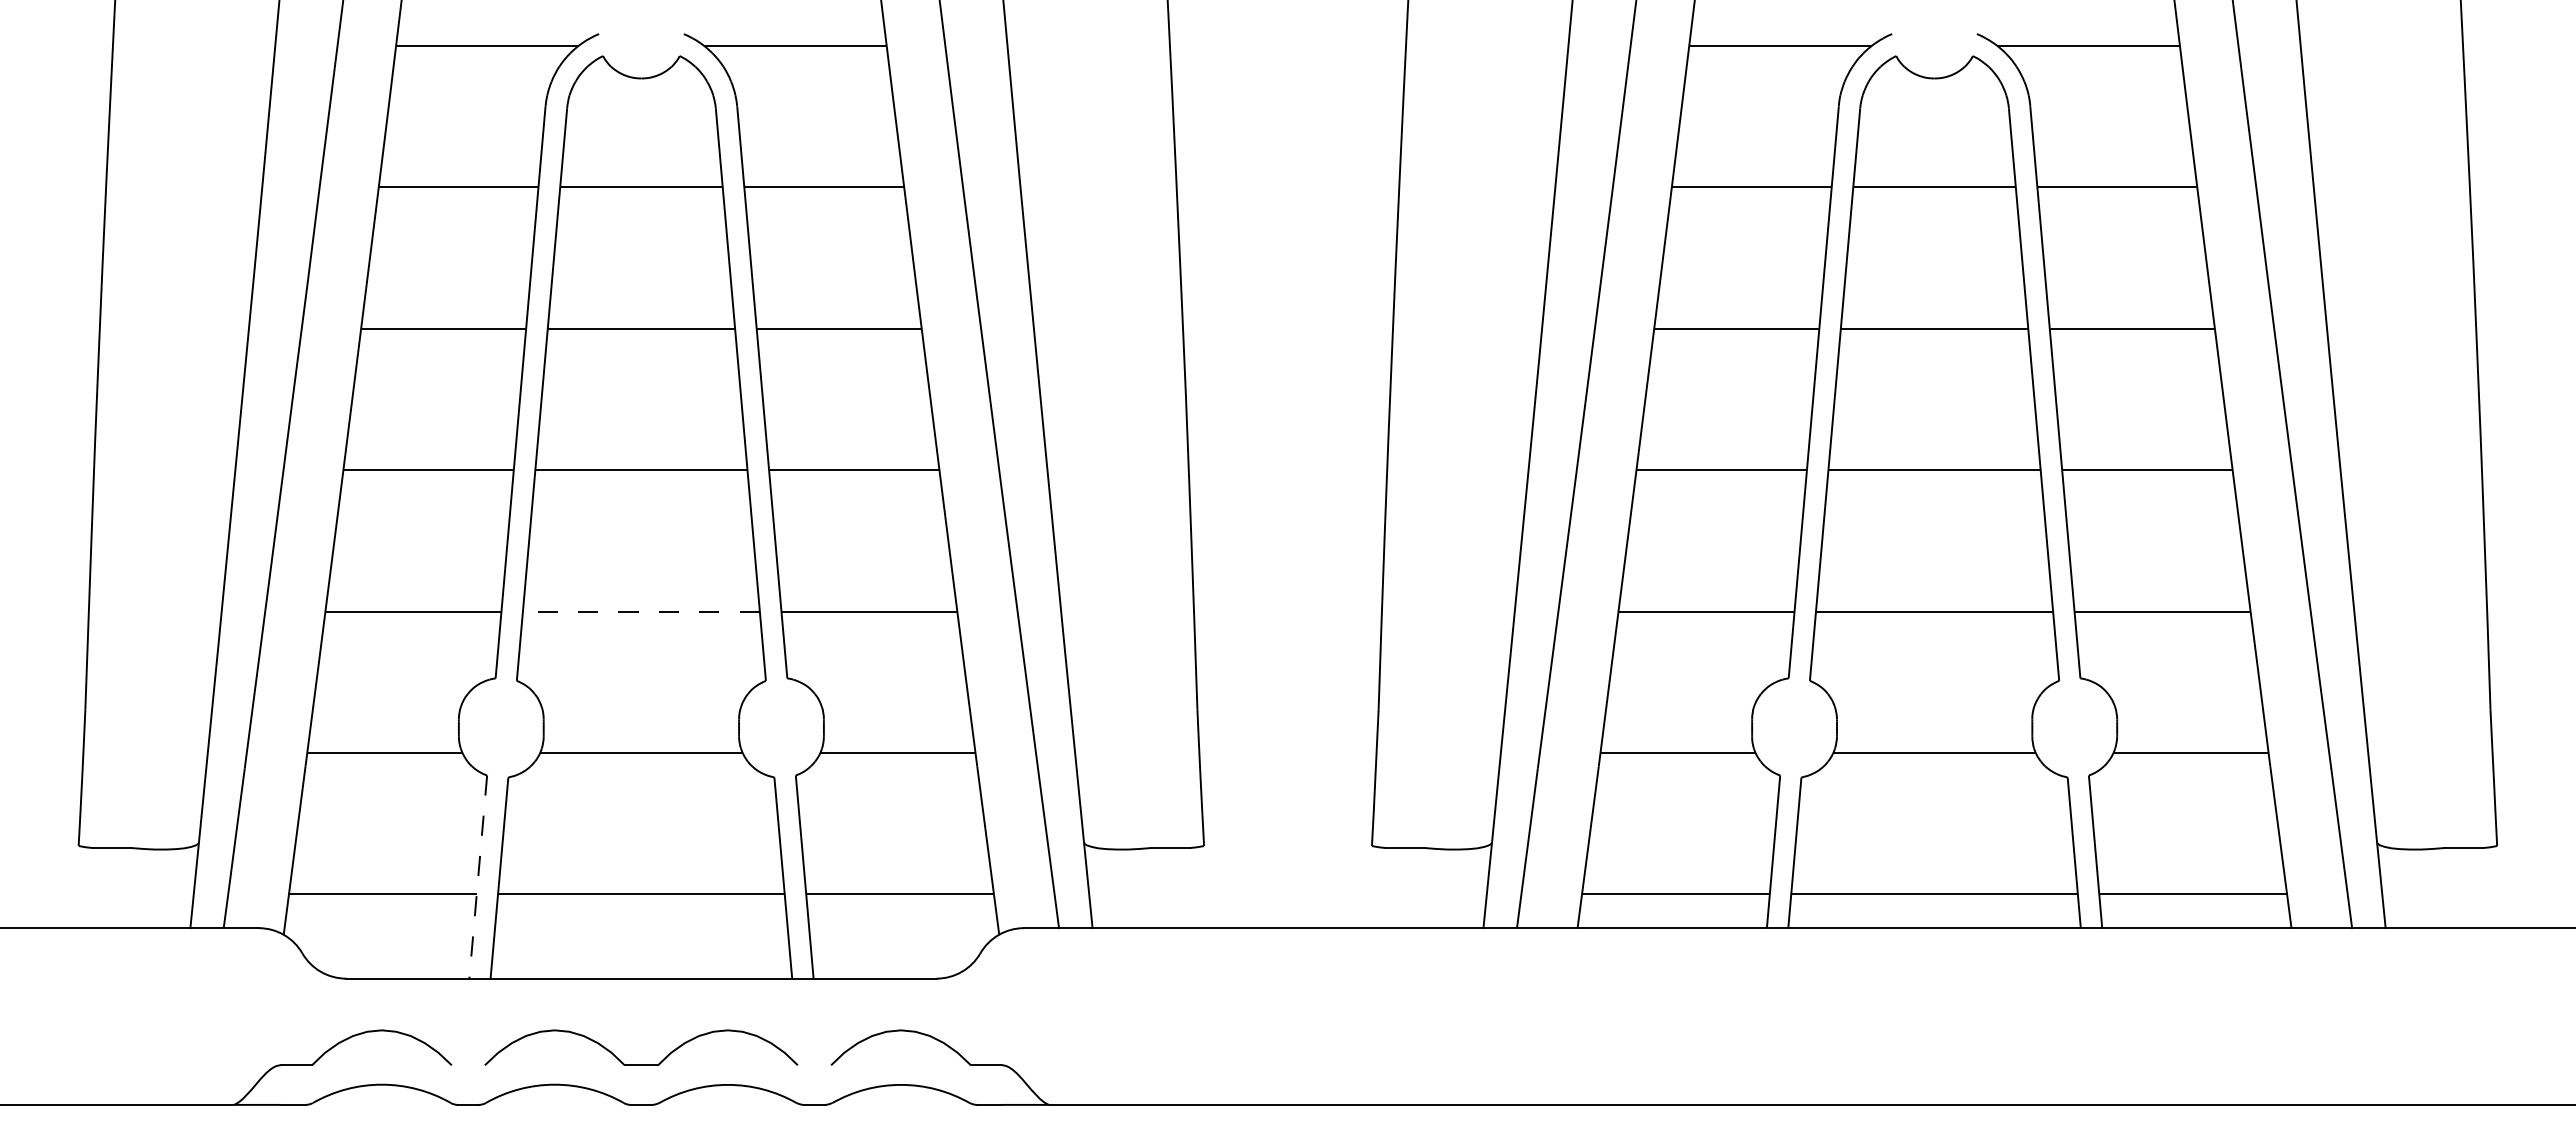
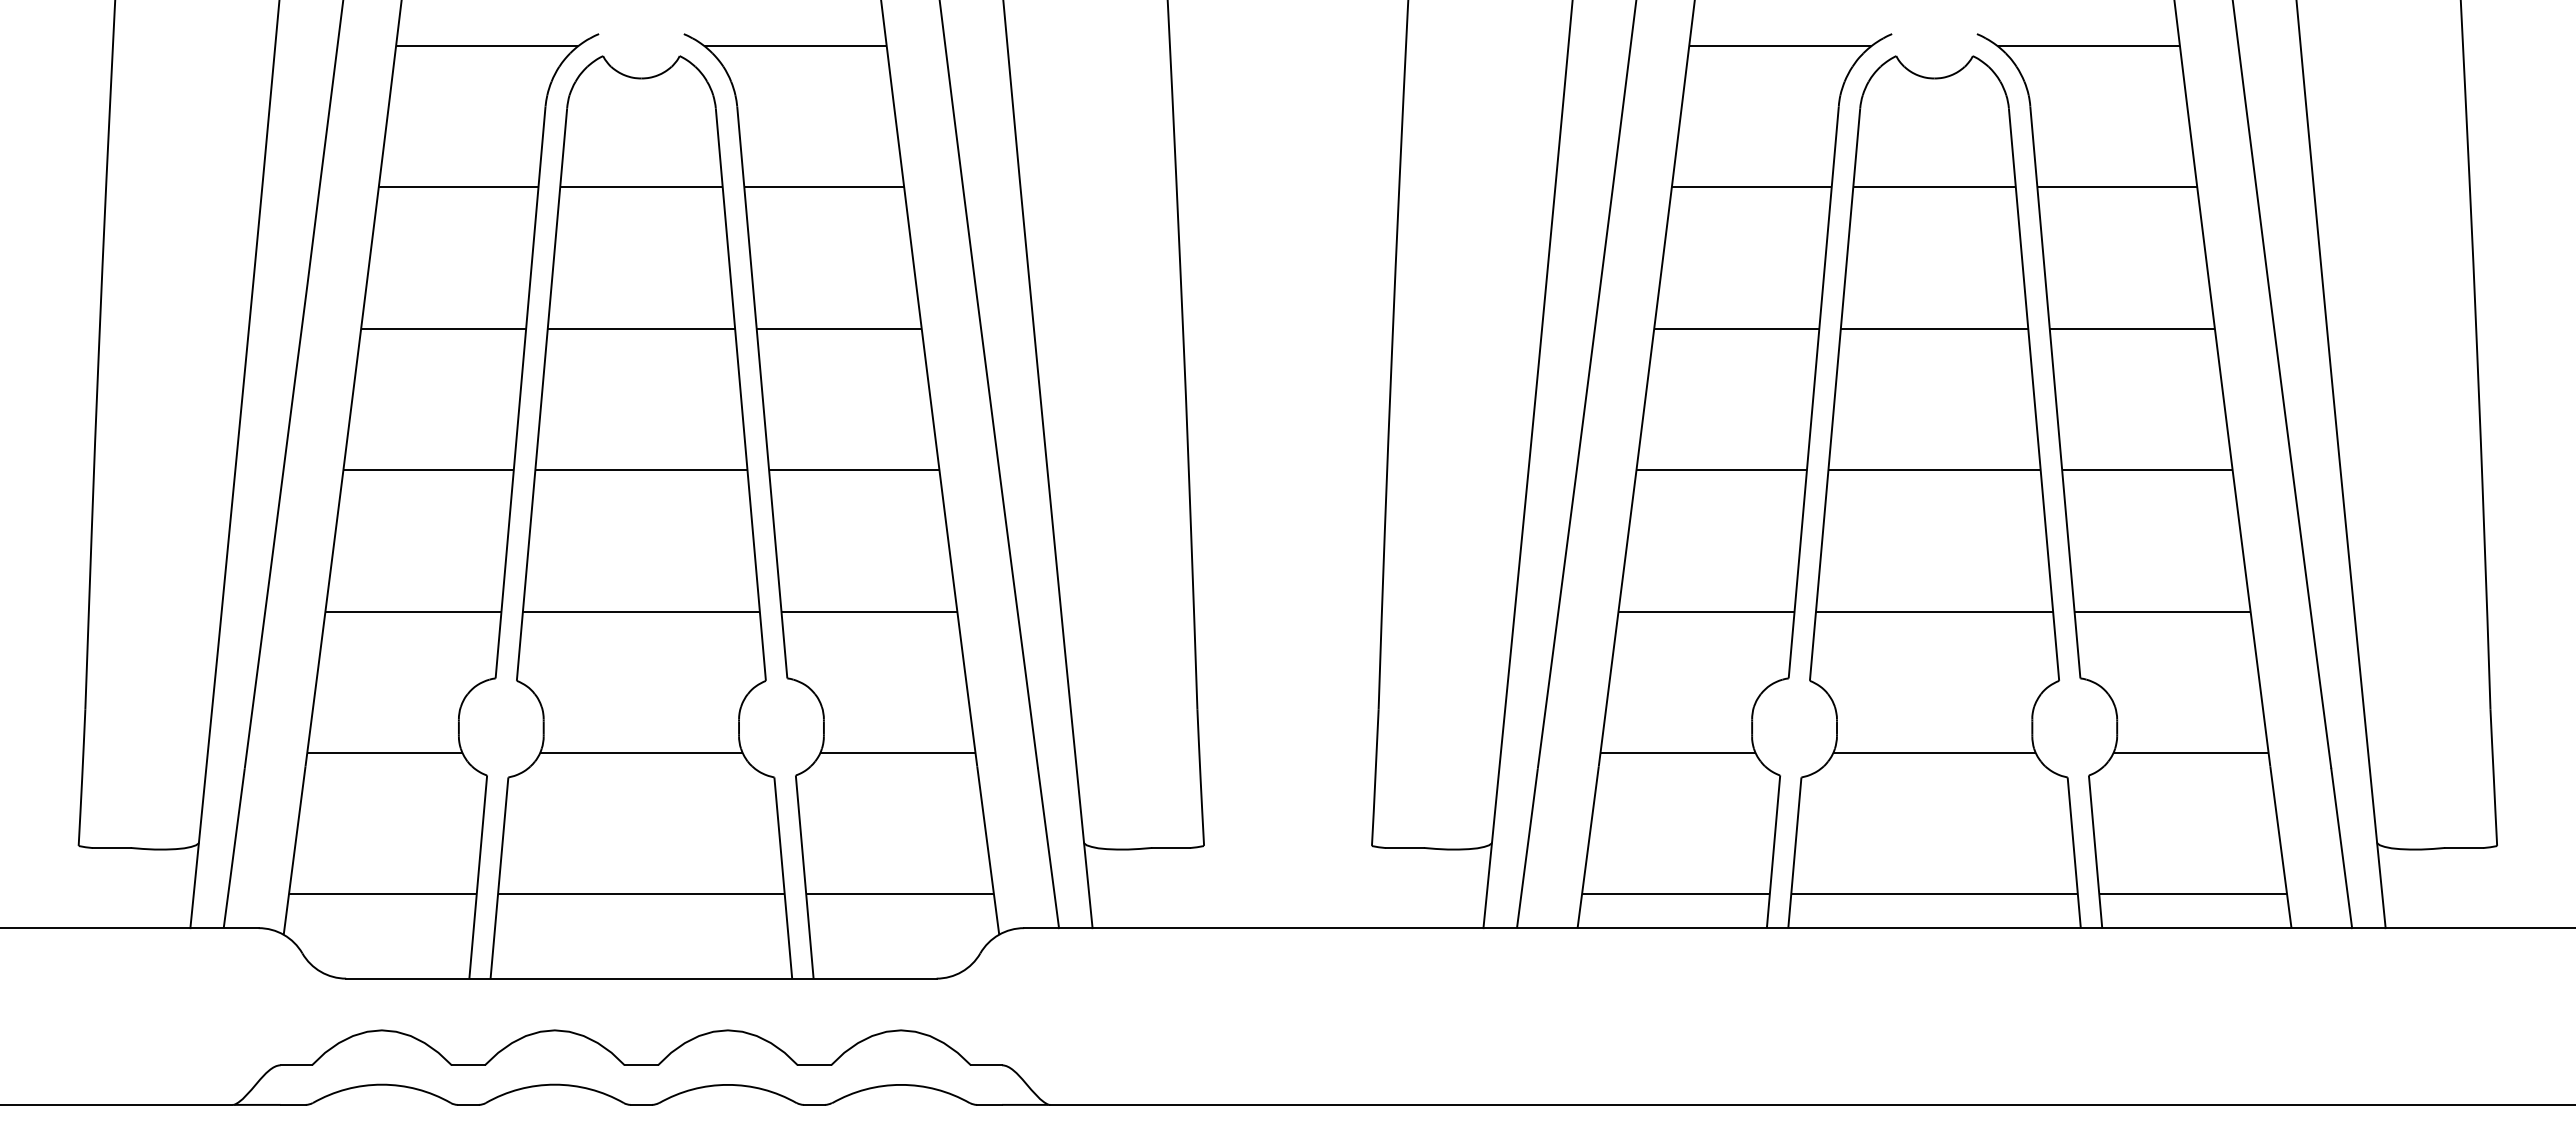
line at (640, 611): dashed -> solid
line at (478, 877): dashed -> solid
line at (467, 1065): none -> present
line at (814, 1065): none -> present
